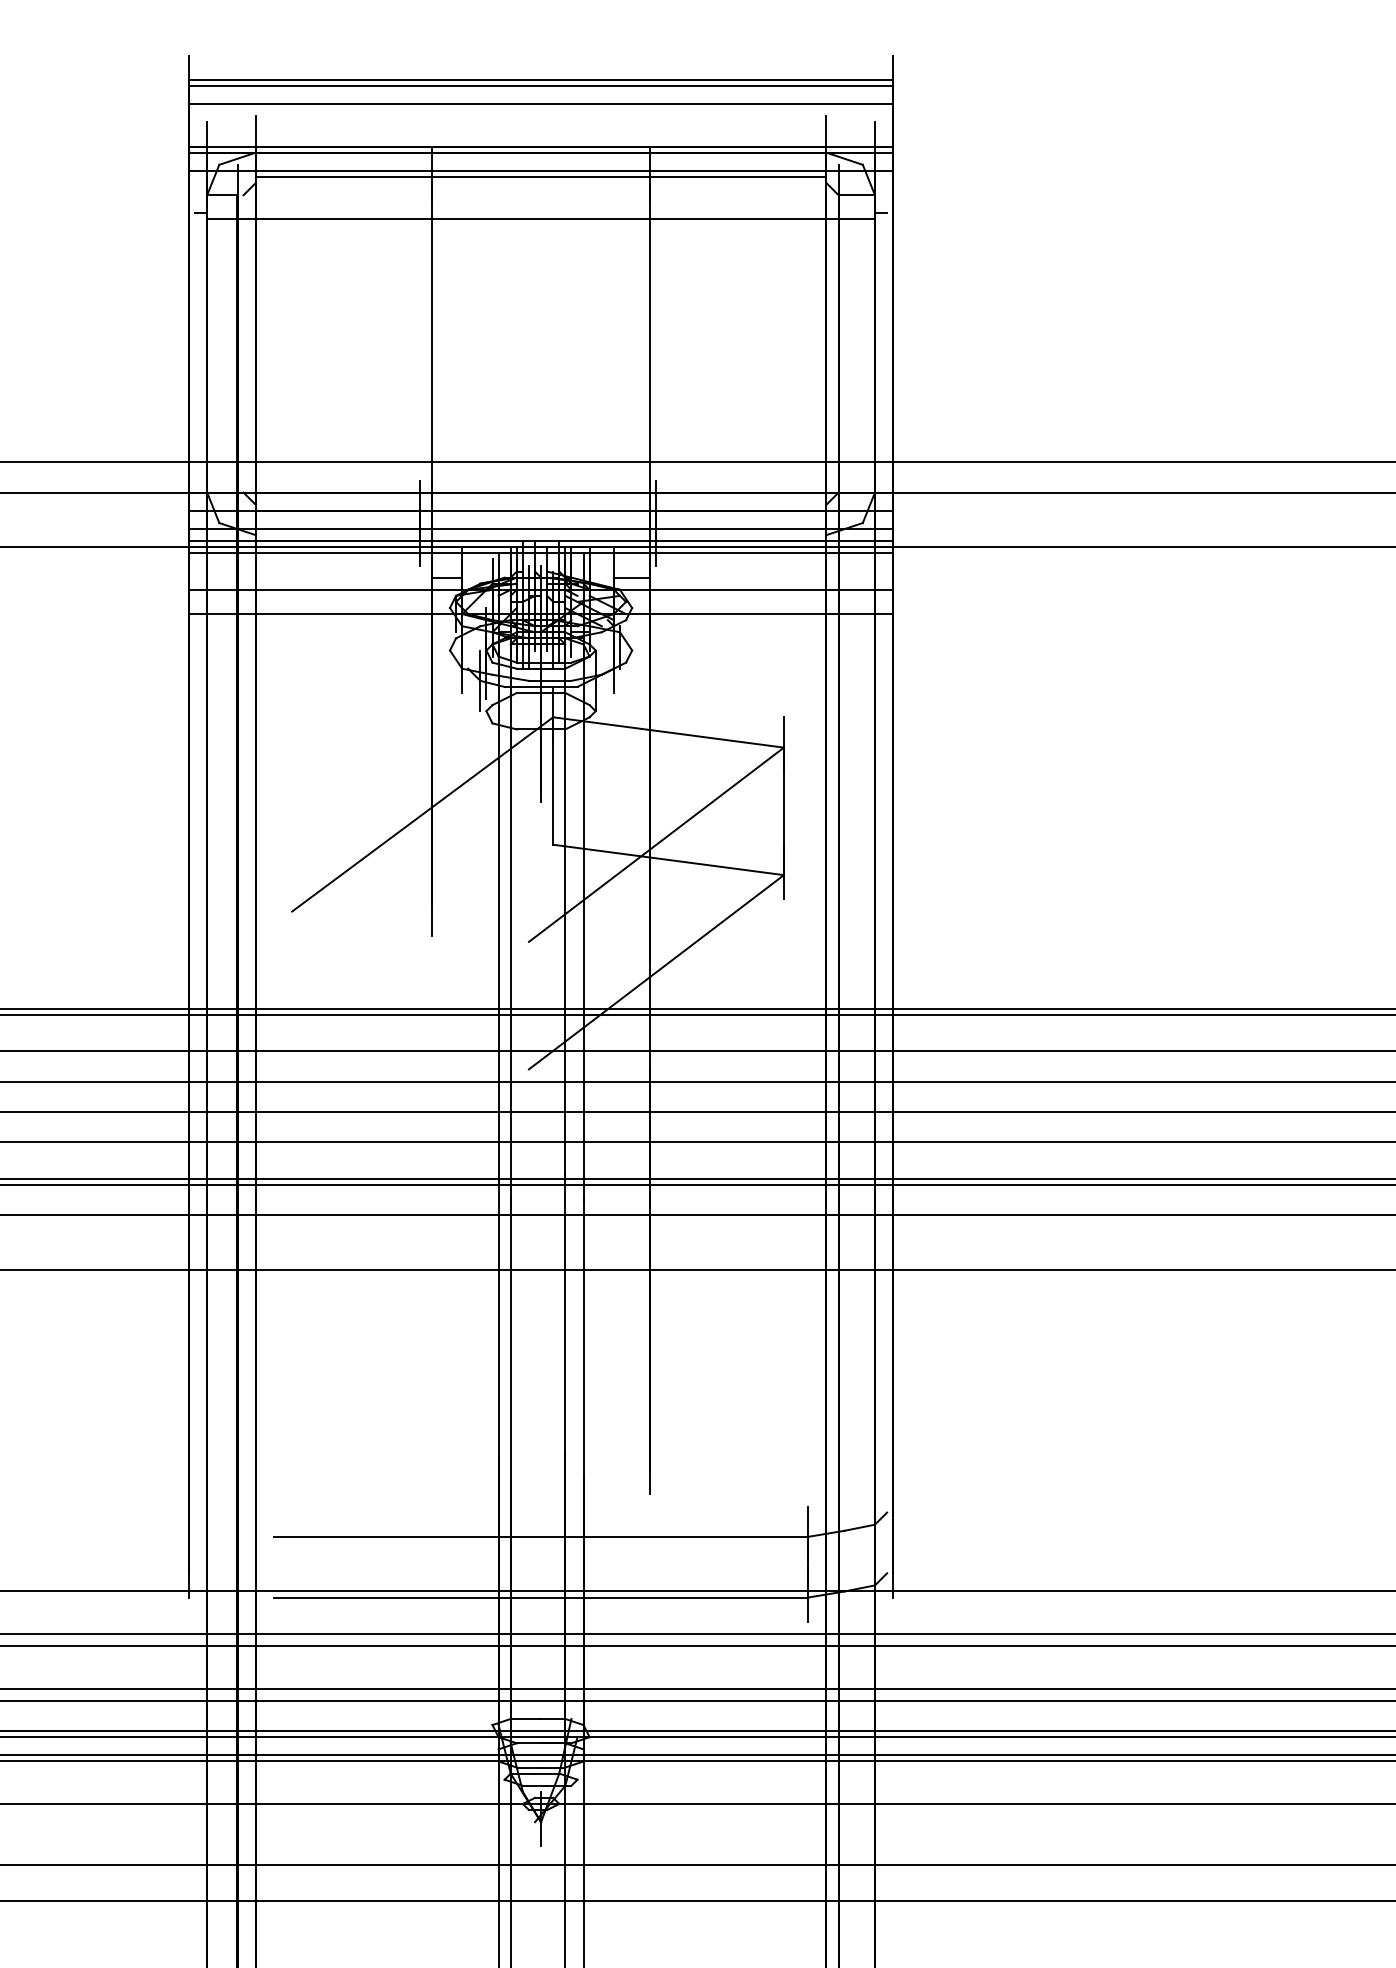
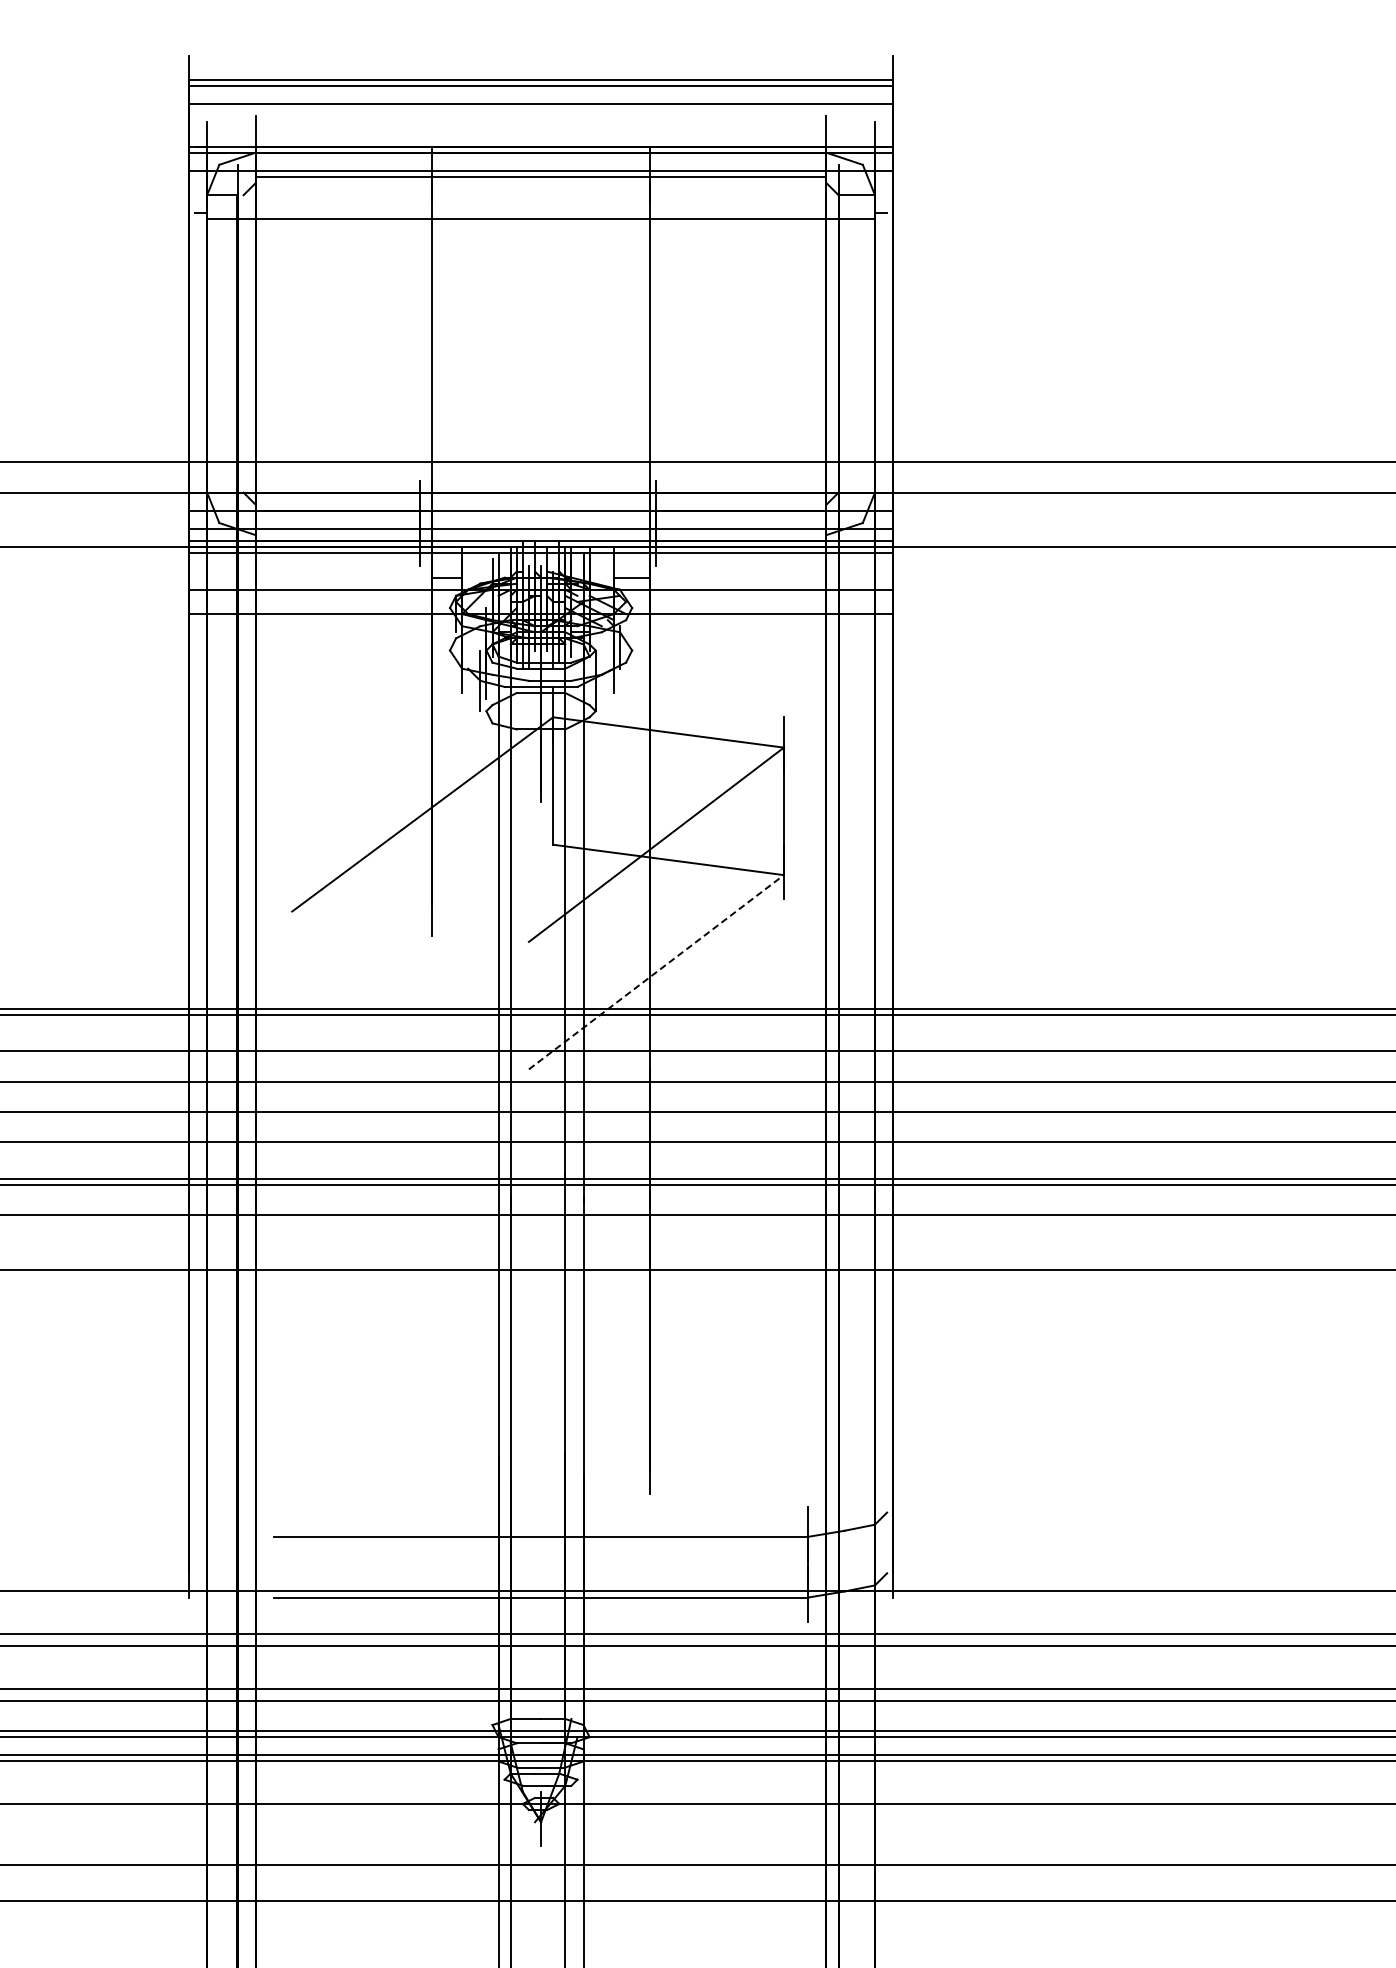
line at (656, 971): solid -> dashed
